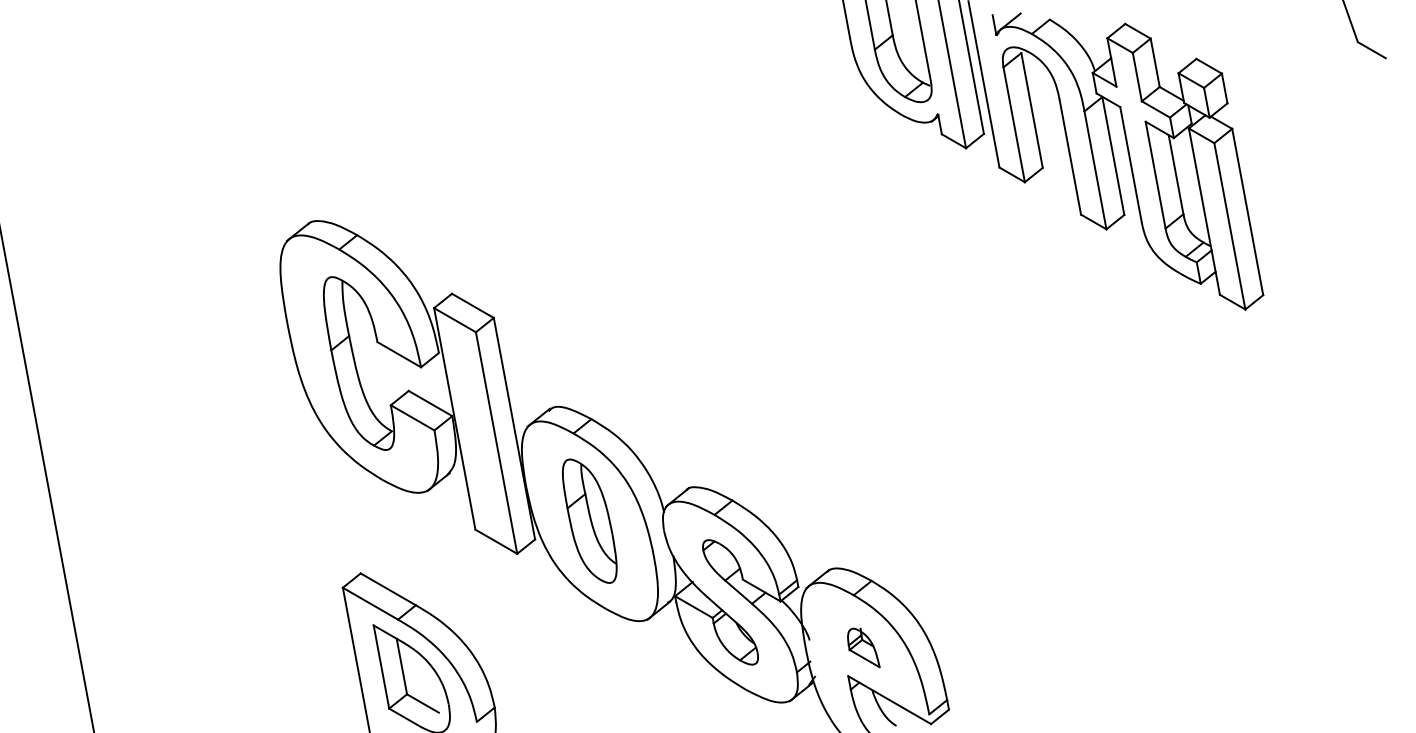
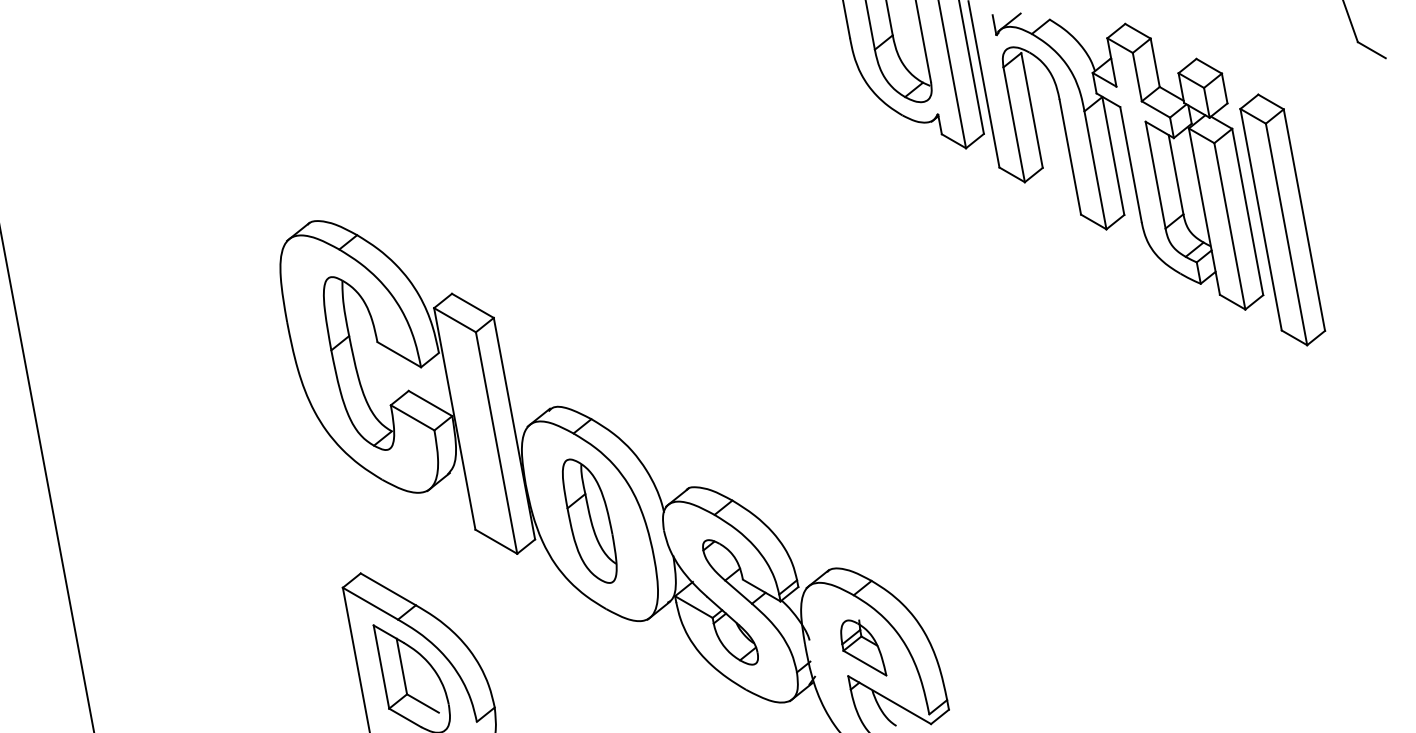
part at (1282, 219): none -> present
part at (863, 647) size: 34x42 px -> 48x58 px
